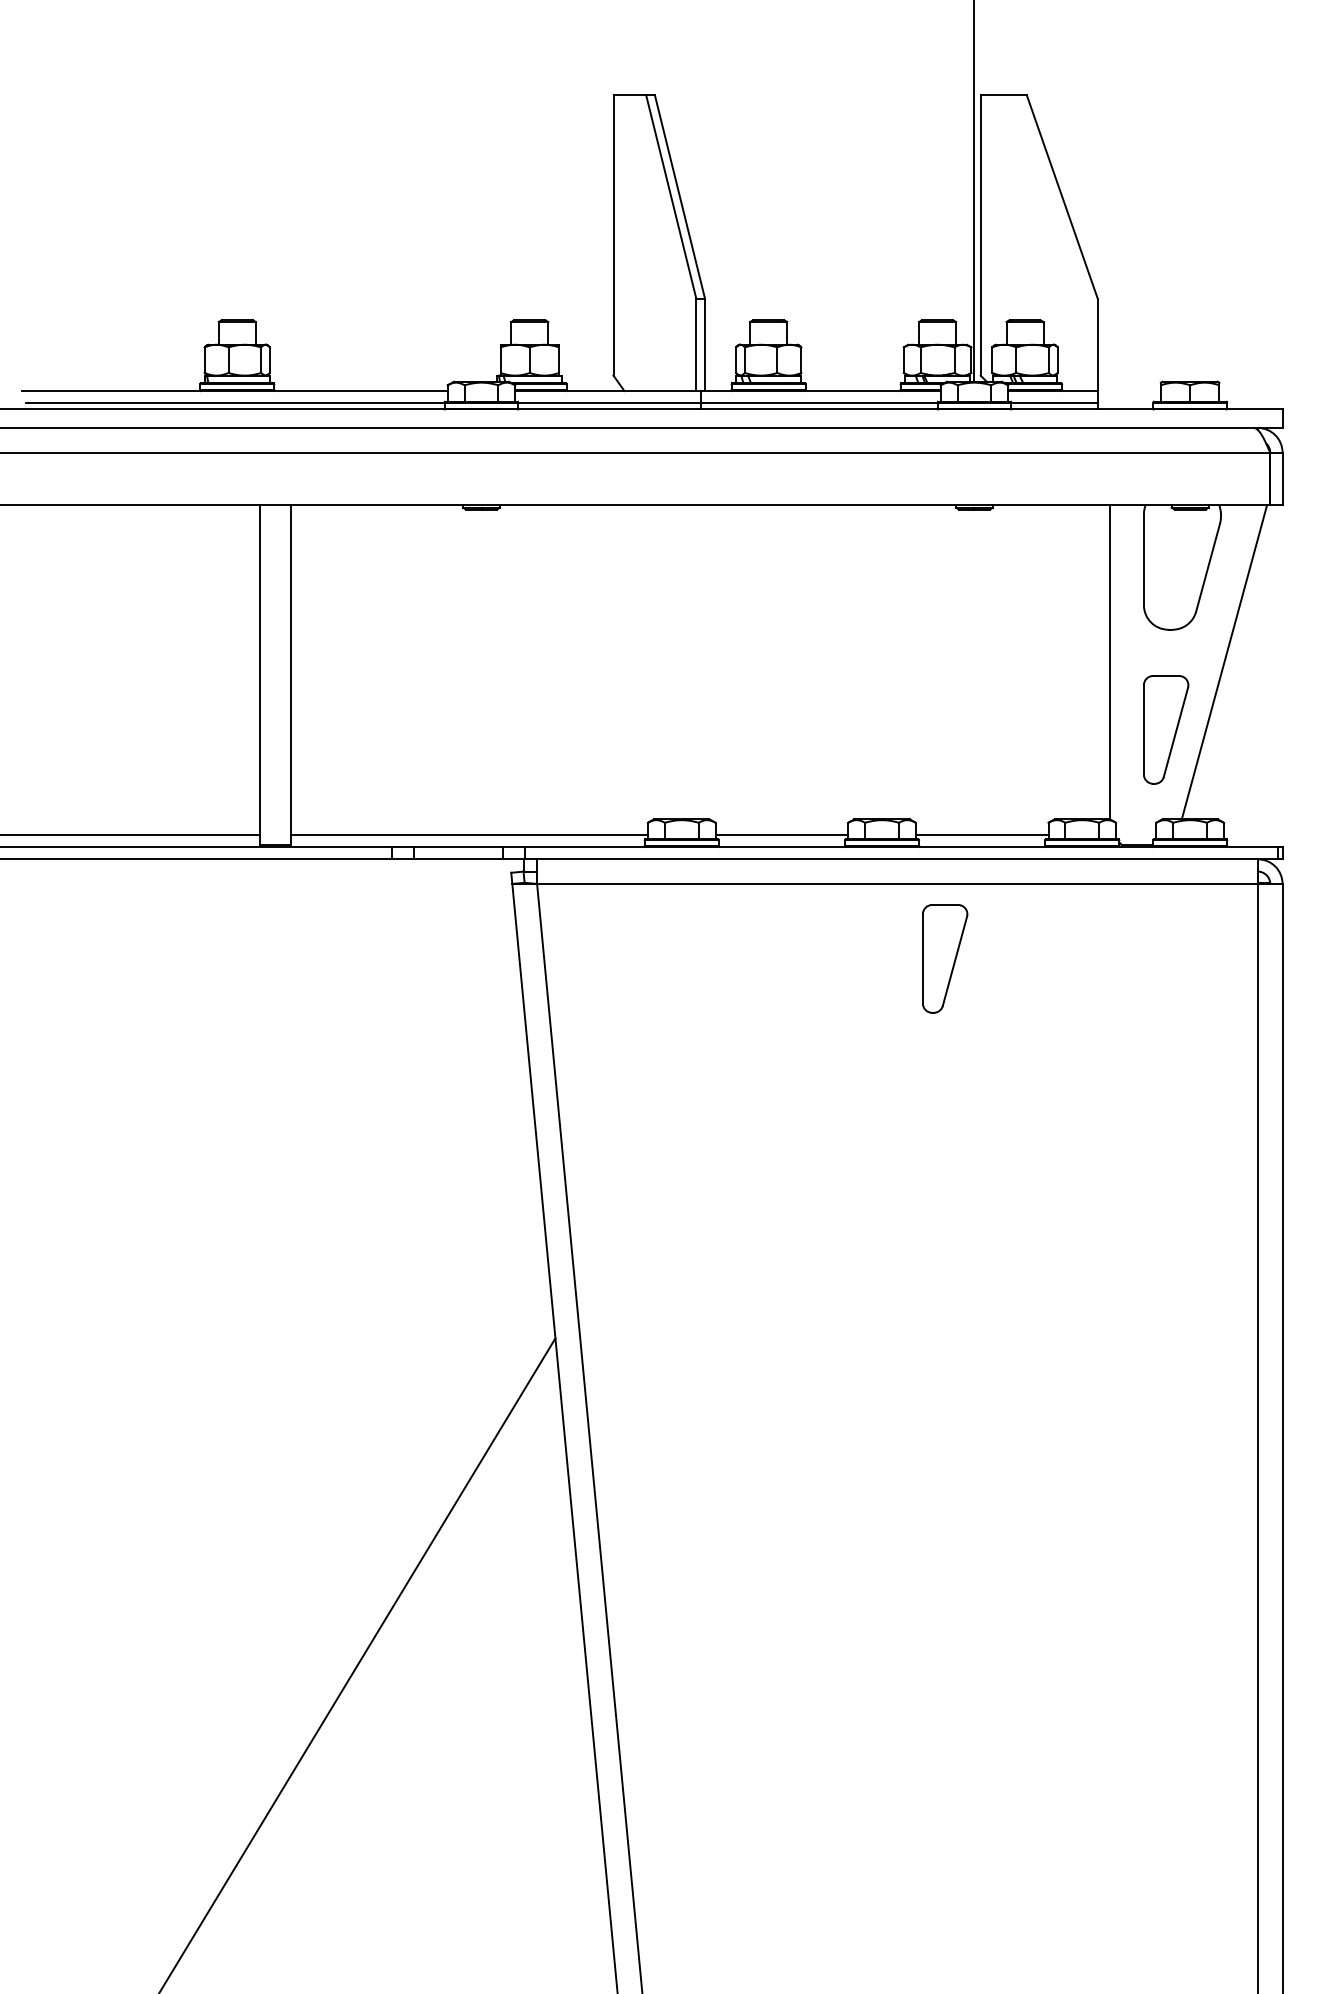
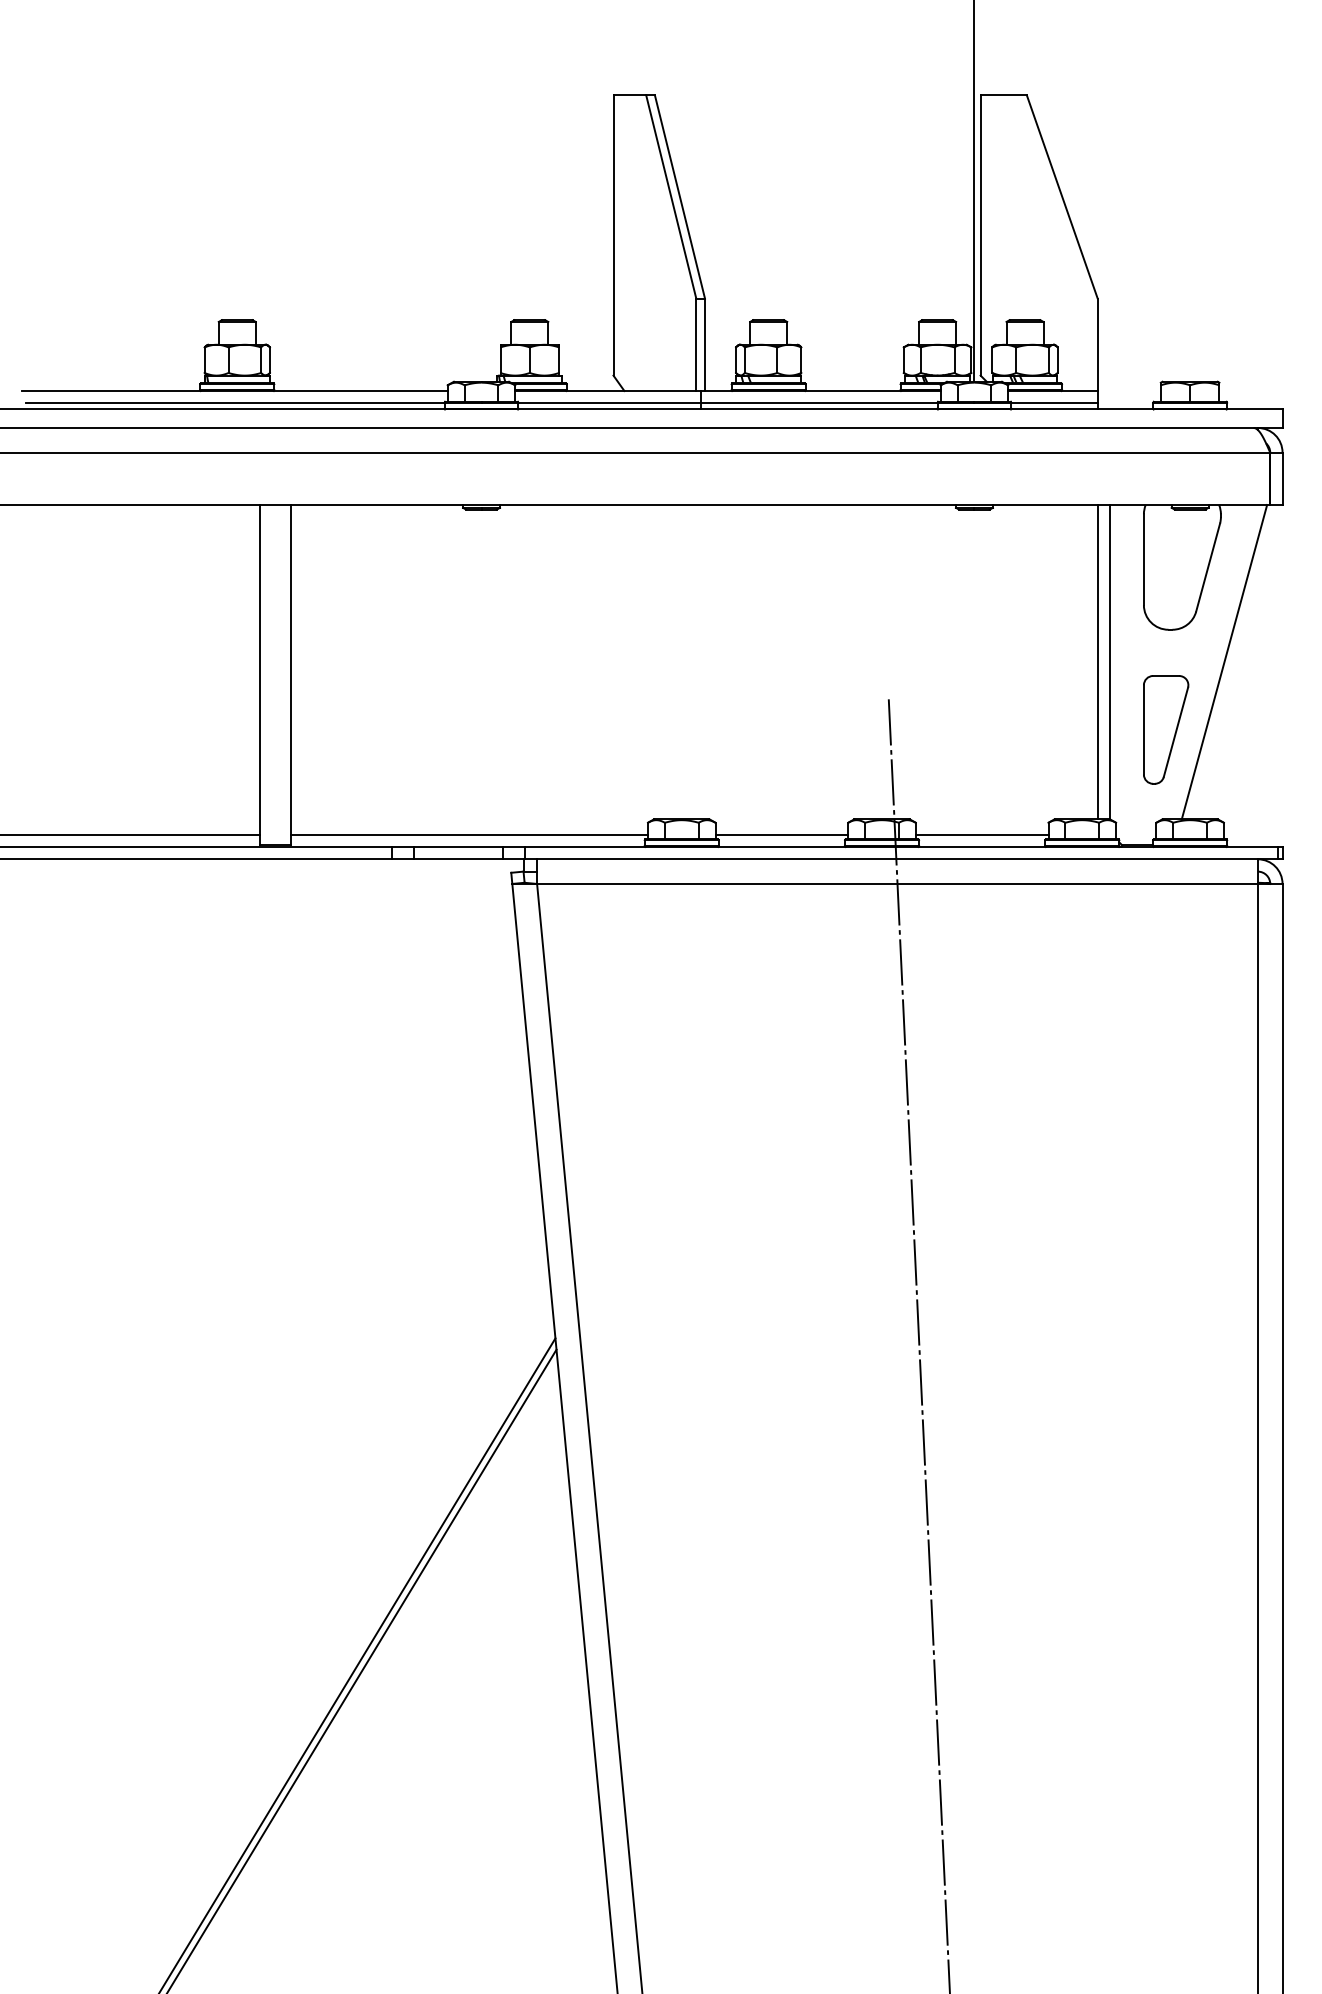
line at (1097, 662): none -> present
part at (945, 958): present -> none
line at (918, 1344): none -> present
line at (362, 1669): none -> present
